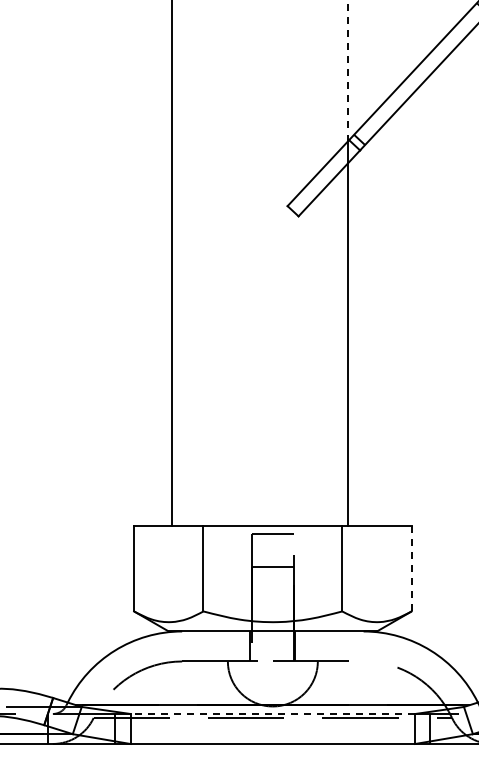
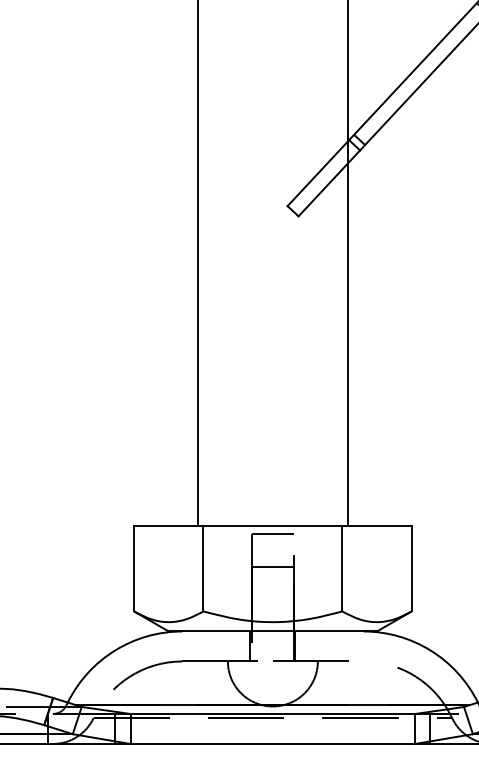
line at (347, 70): dashed -> solid
line at (171, 264) position: (171, 264) -> (197, 264)
line at (411, 569): dashed -> solid
line at (272, 713): dashed -> solid
